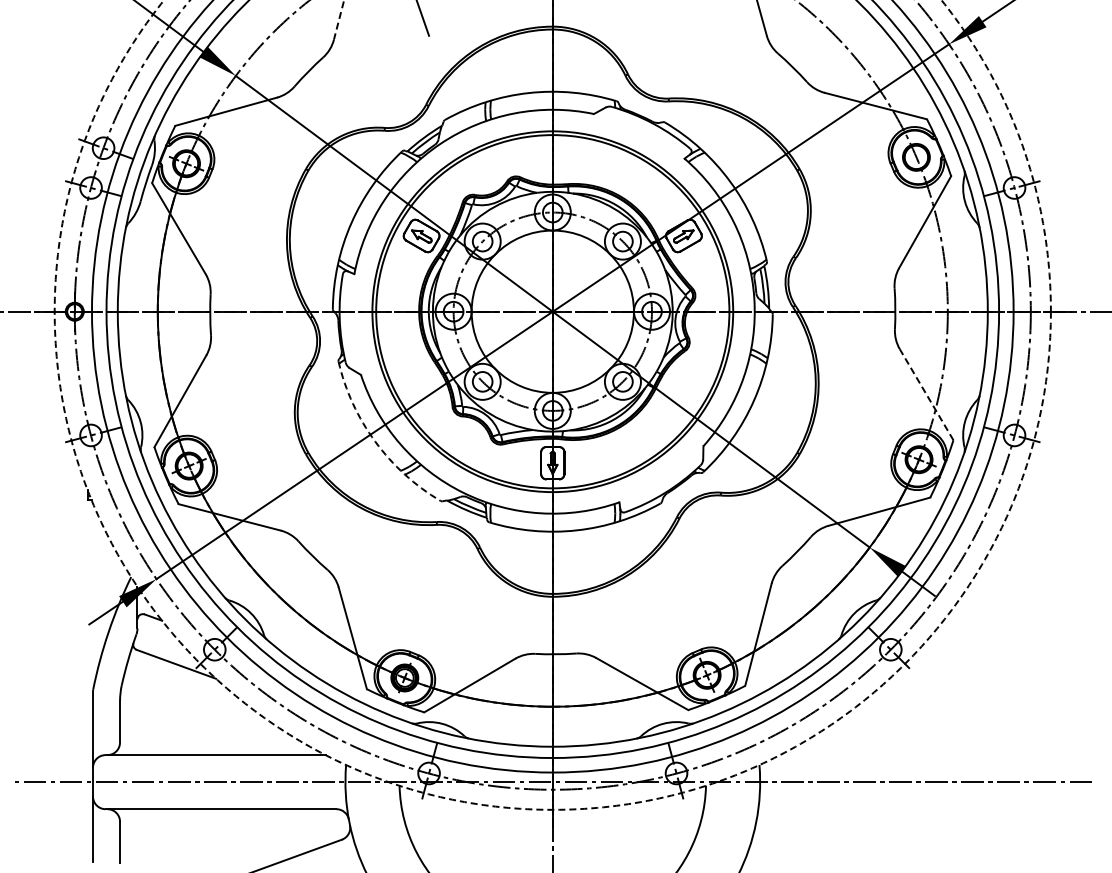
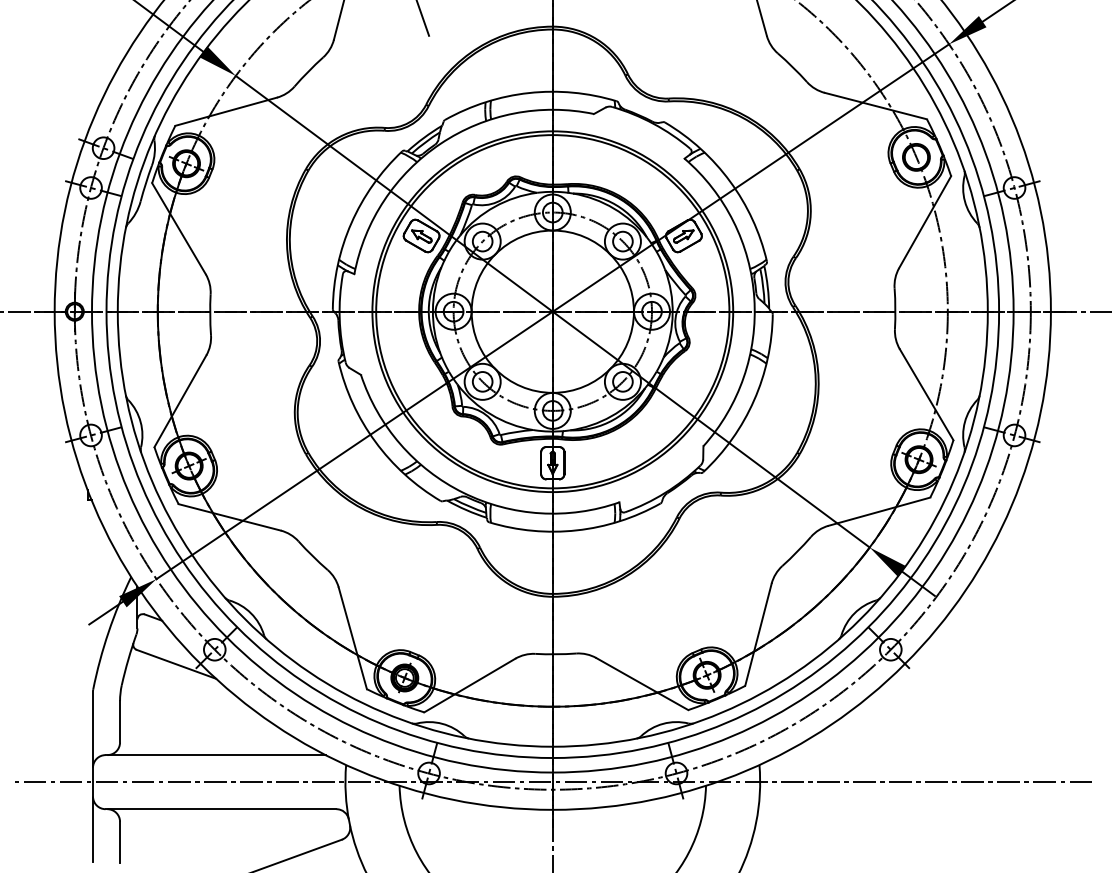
line at (338, 20): dashed -> solid
line at (926, 394): dashed -> solid
circle at (552, 404): dashed -> solid
arc at (375, 441): dashed -> solid
